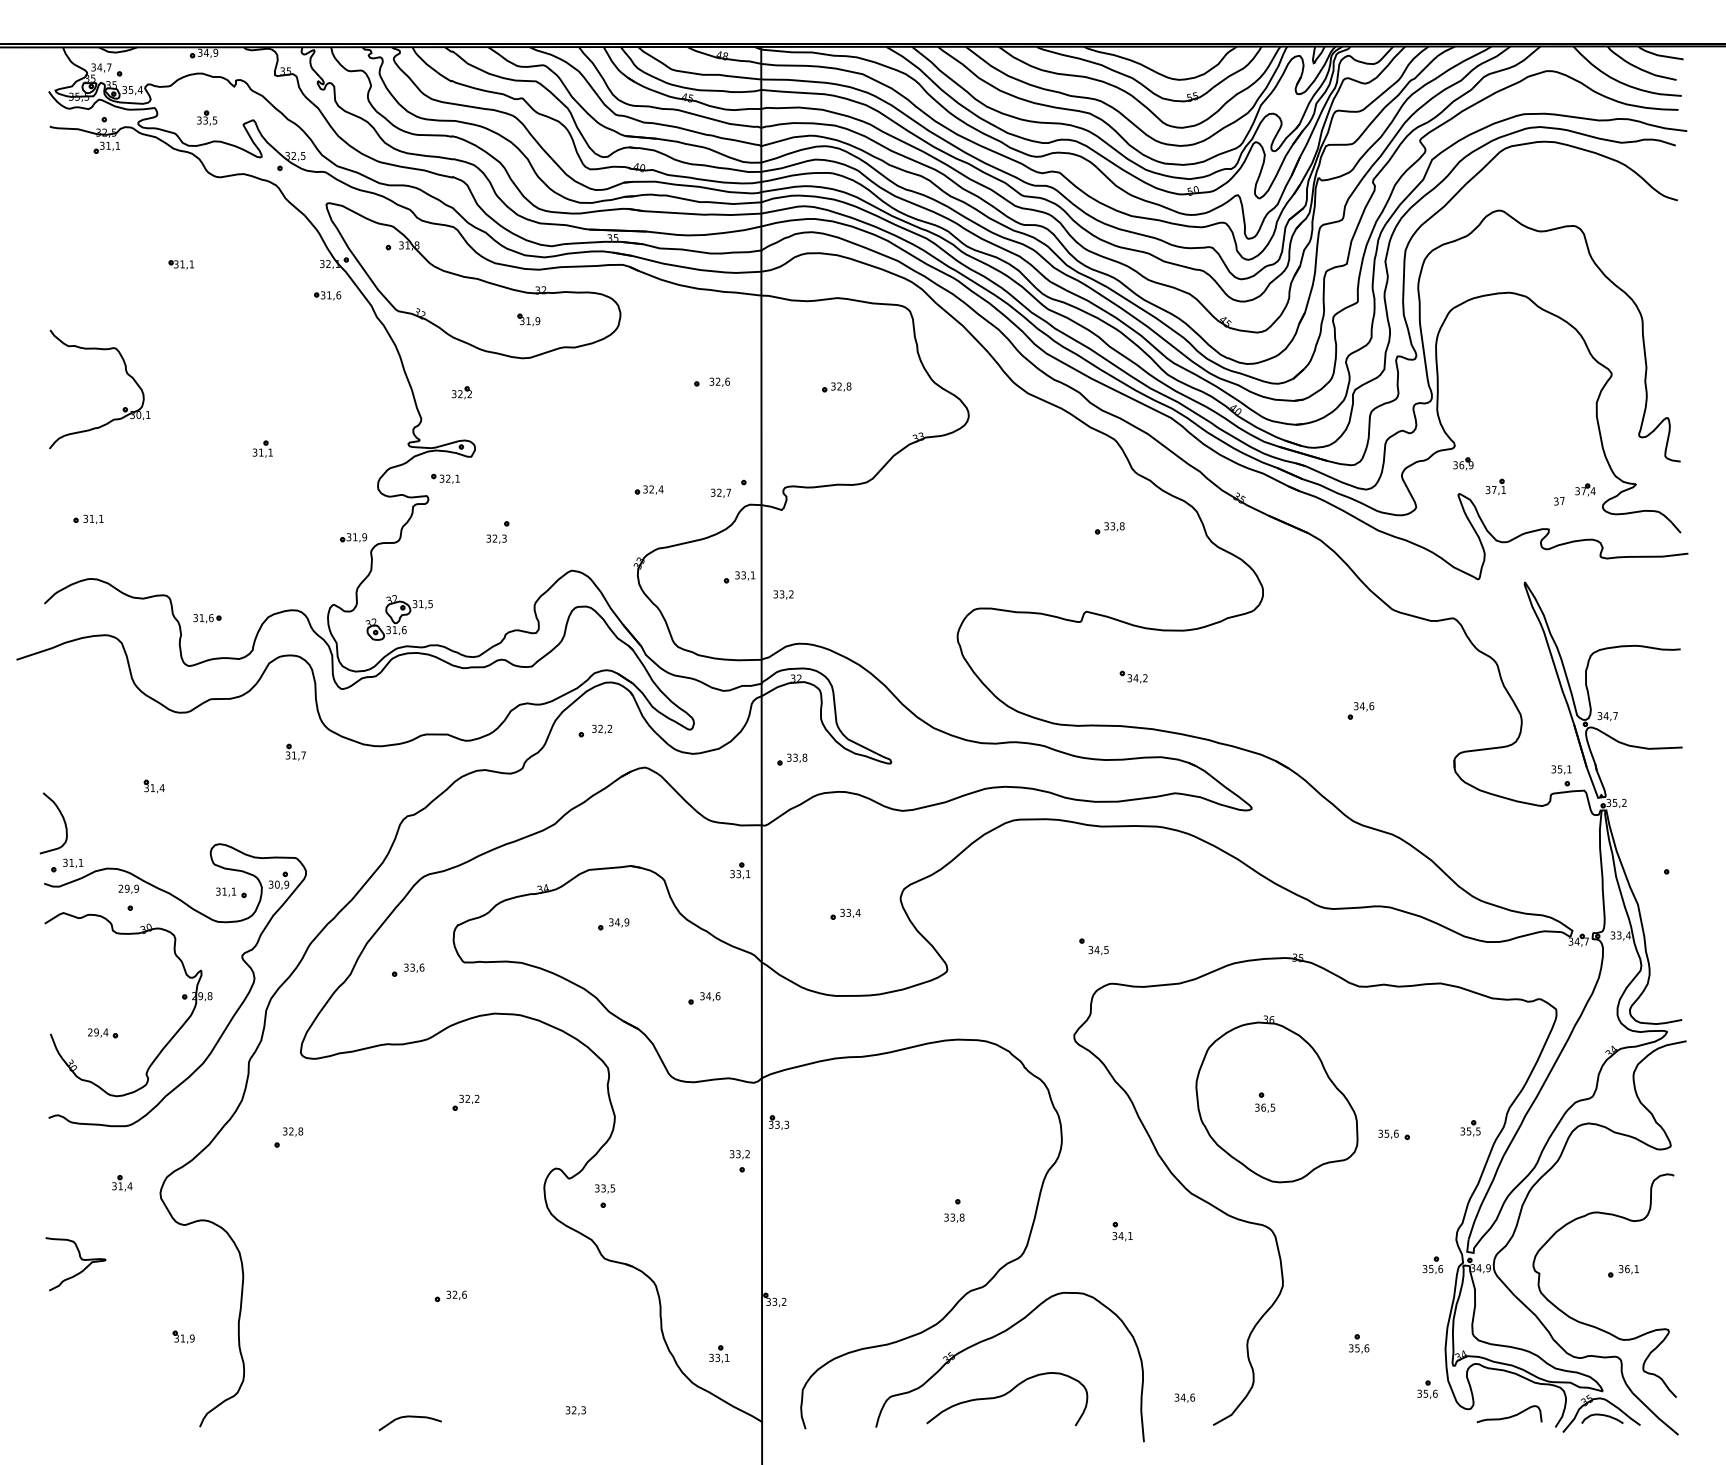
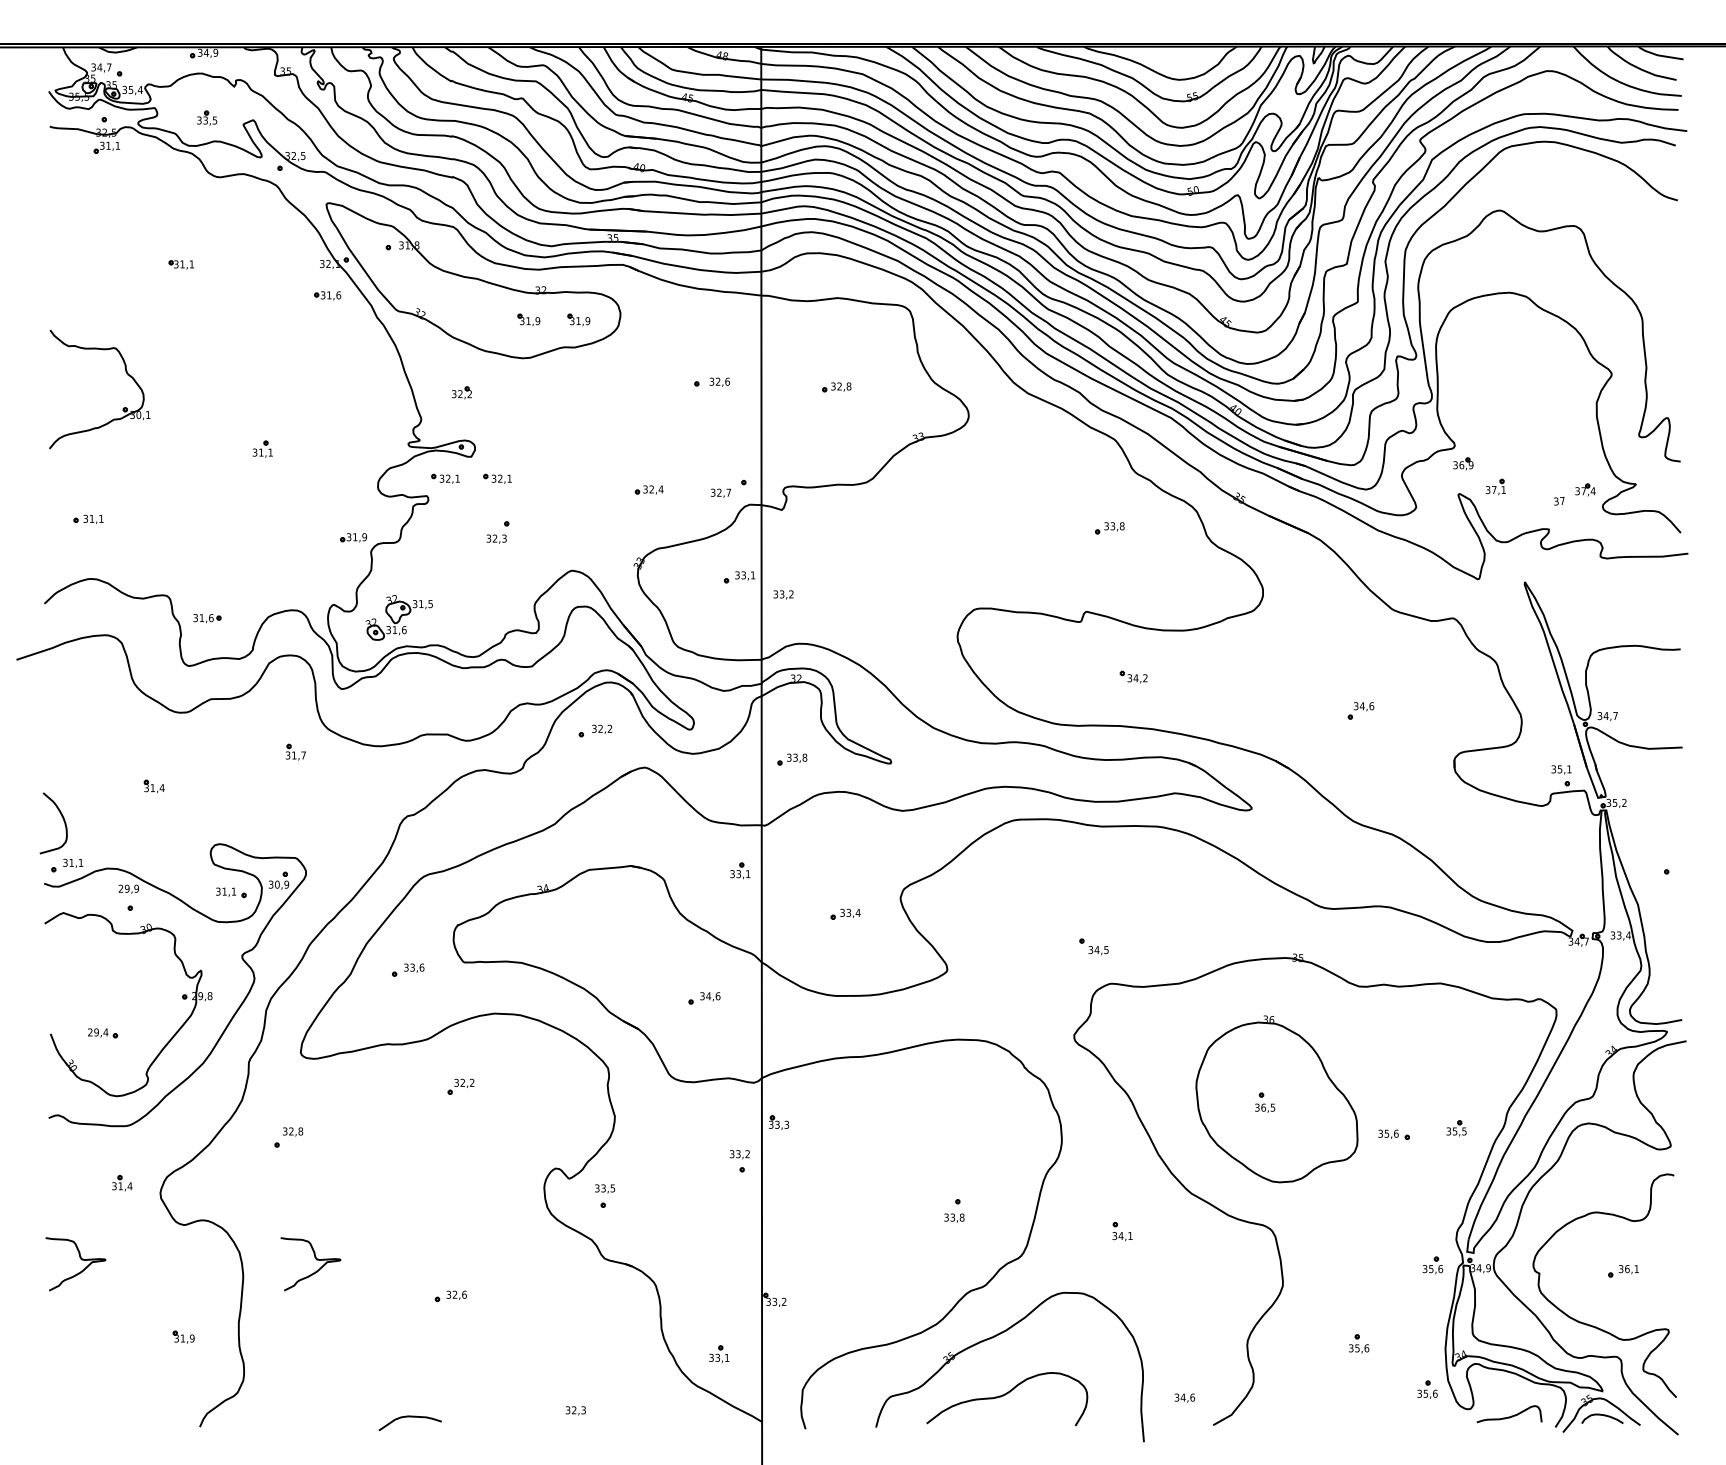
part at (578, 319): none -> present
part at (497, 478): none -> present
part at (613, 924): present -> none
part at (465, 1102) position: (465, 1102) -> (460, 1086)
part at (1470, 1128) position: (1470, 1128) -> (1456, 1128)
curve at (315, 1259): none -> present
